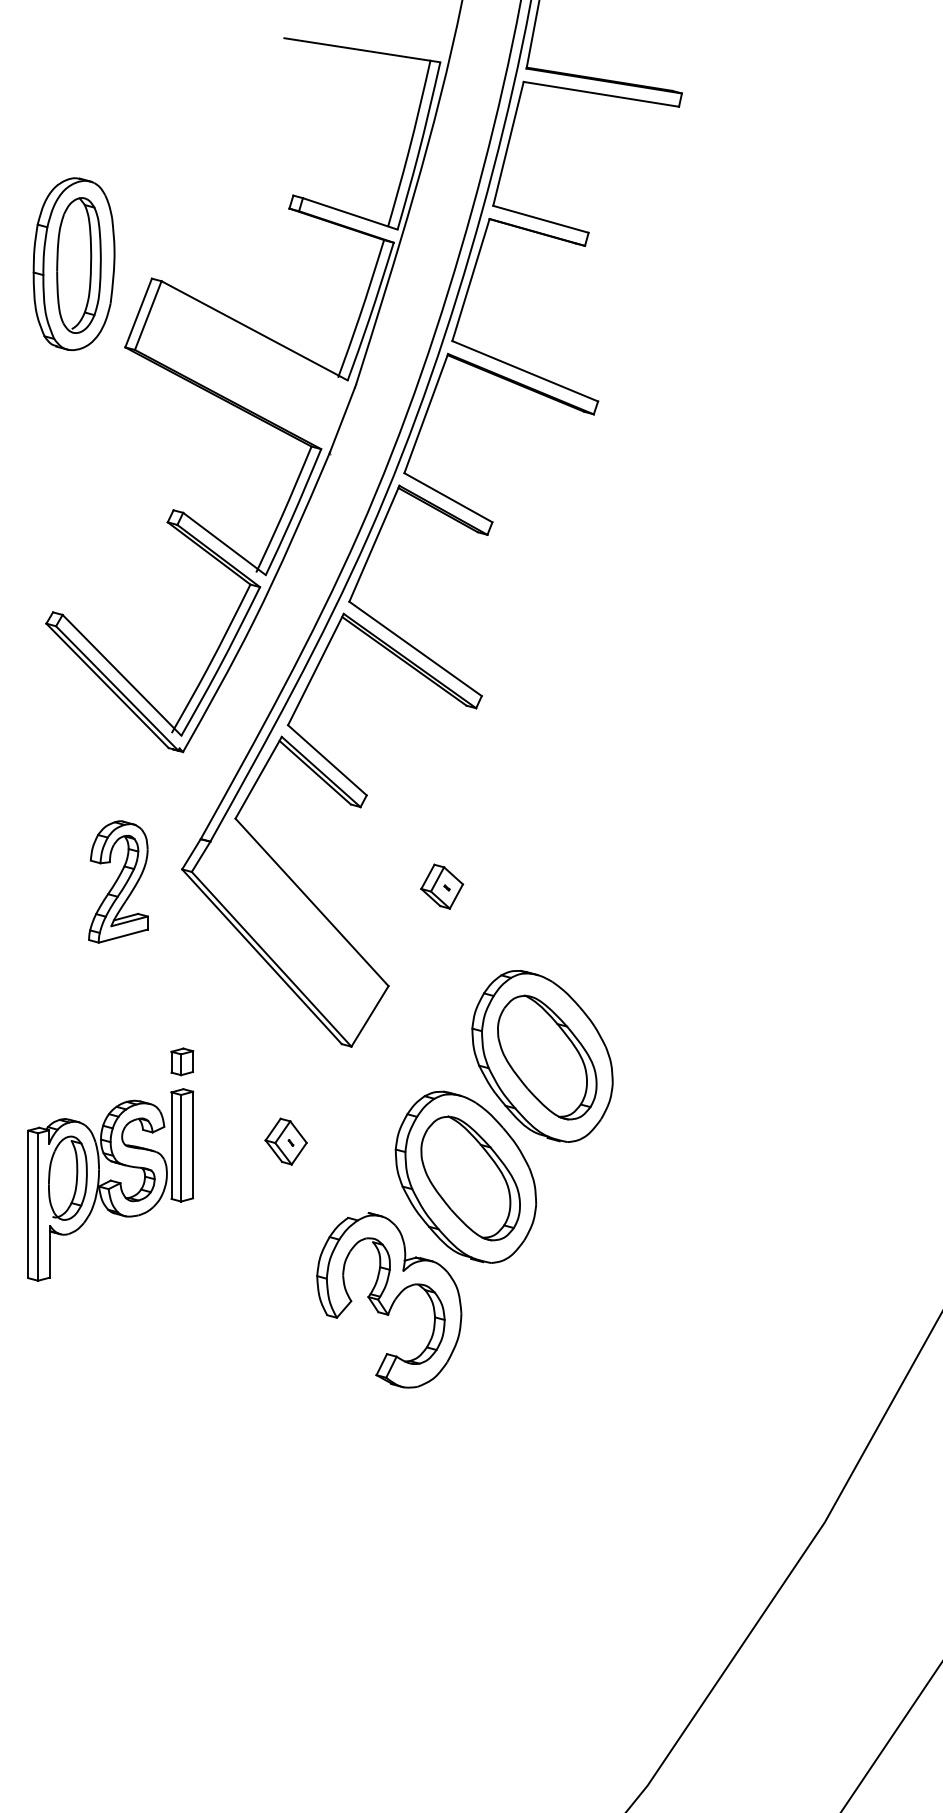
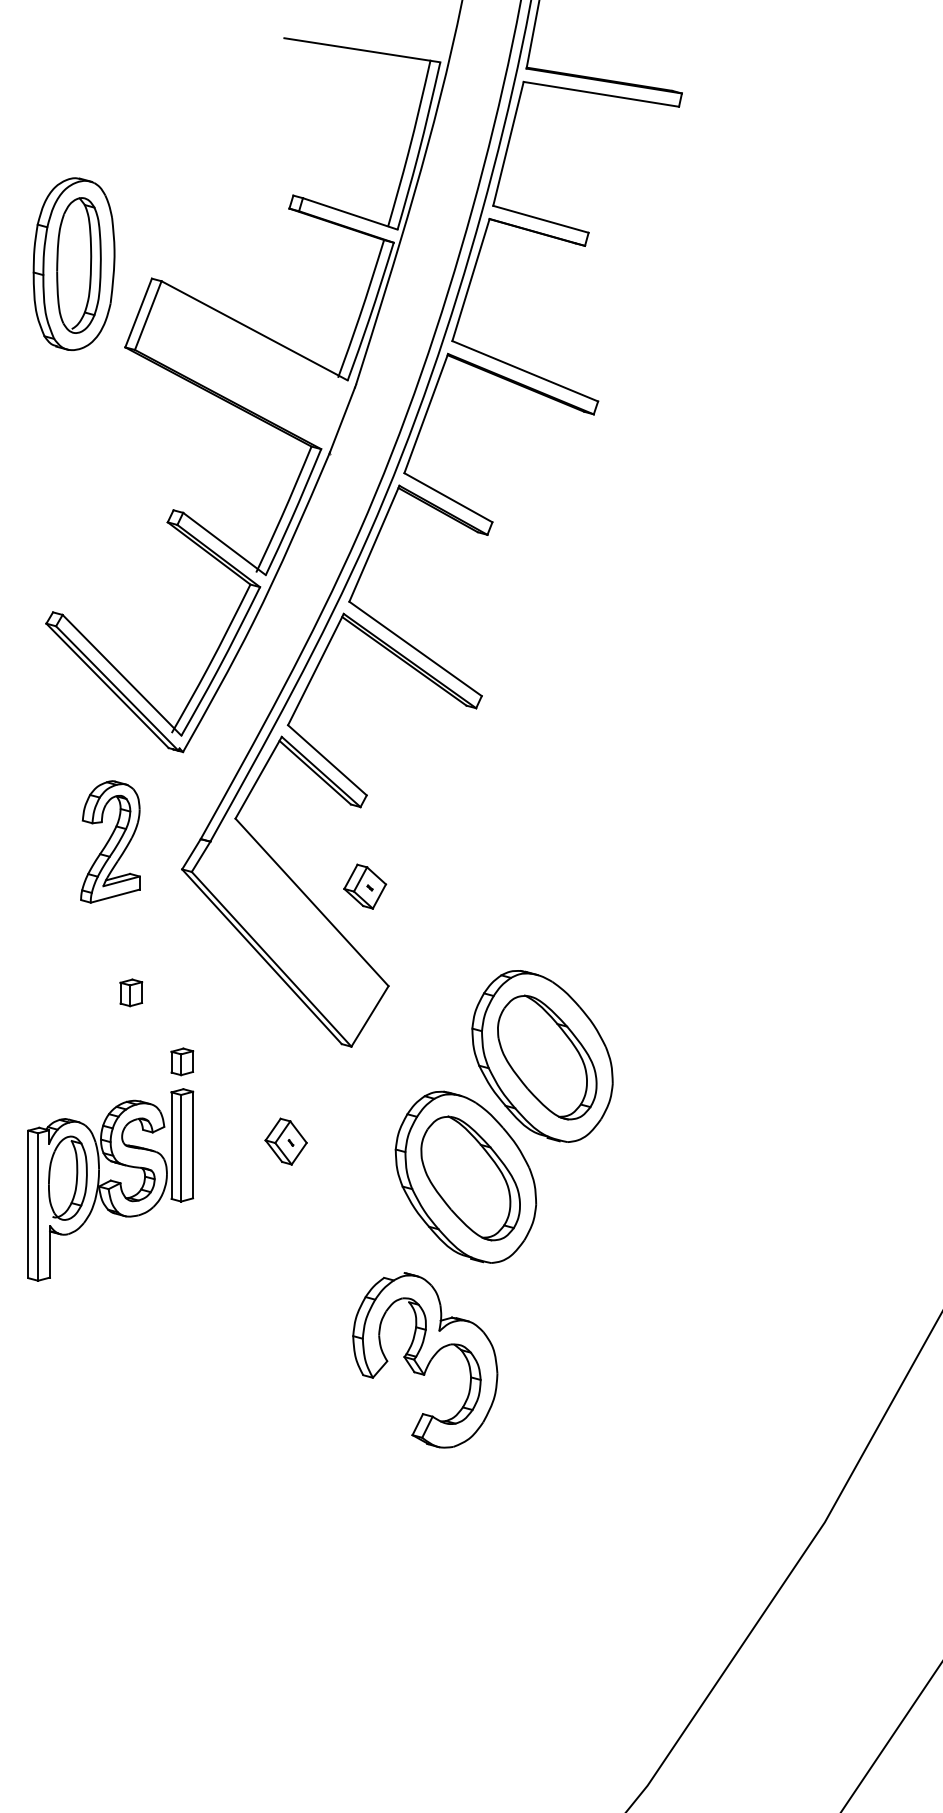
part at (118, 881) position: (118, 881) -> (110, 841)
part at (442, 886) position: (442, 886) -> (365, 886)
part at (131, 992): none -> present
part at (389, 1300) position: (389, 1300) -> (425, 1360)
